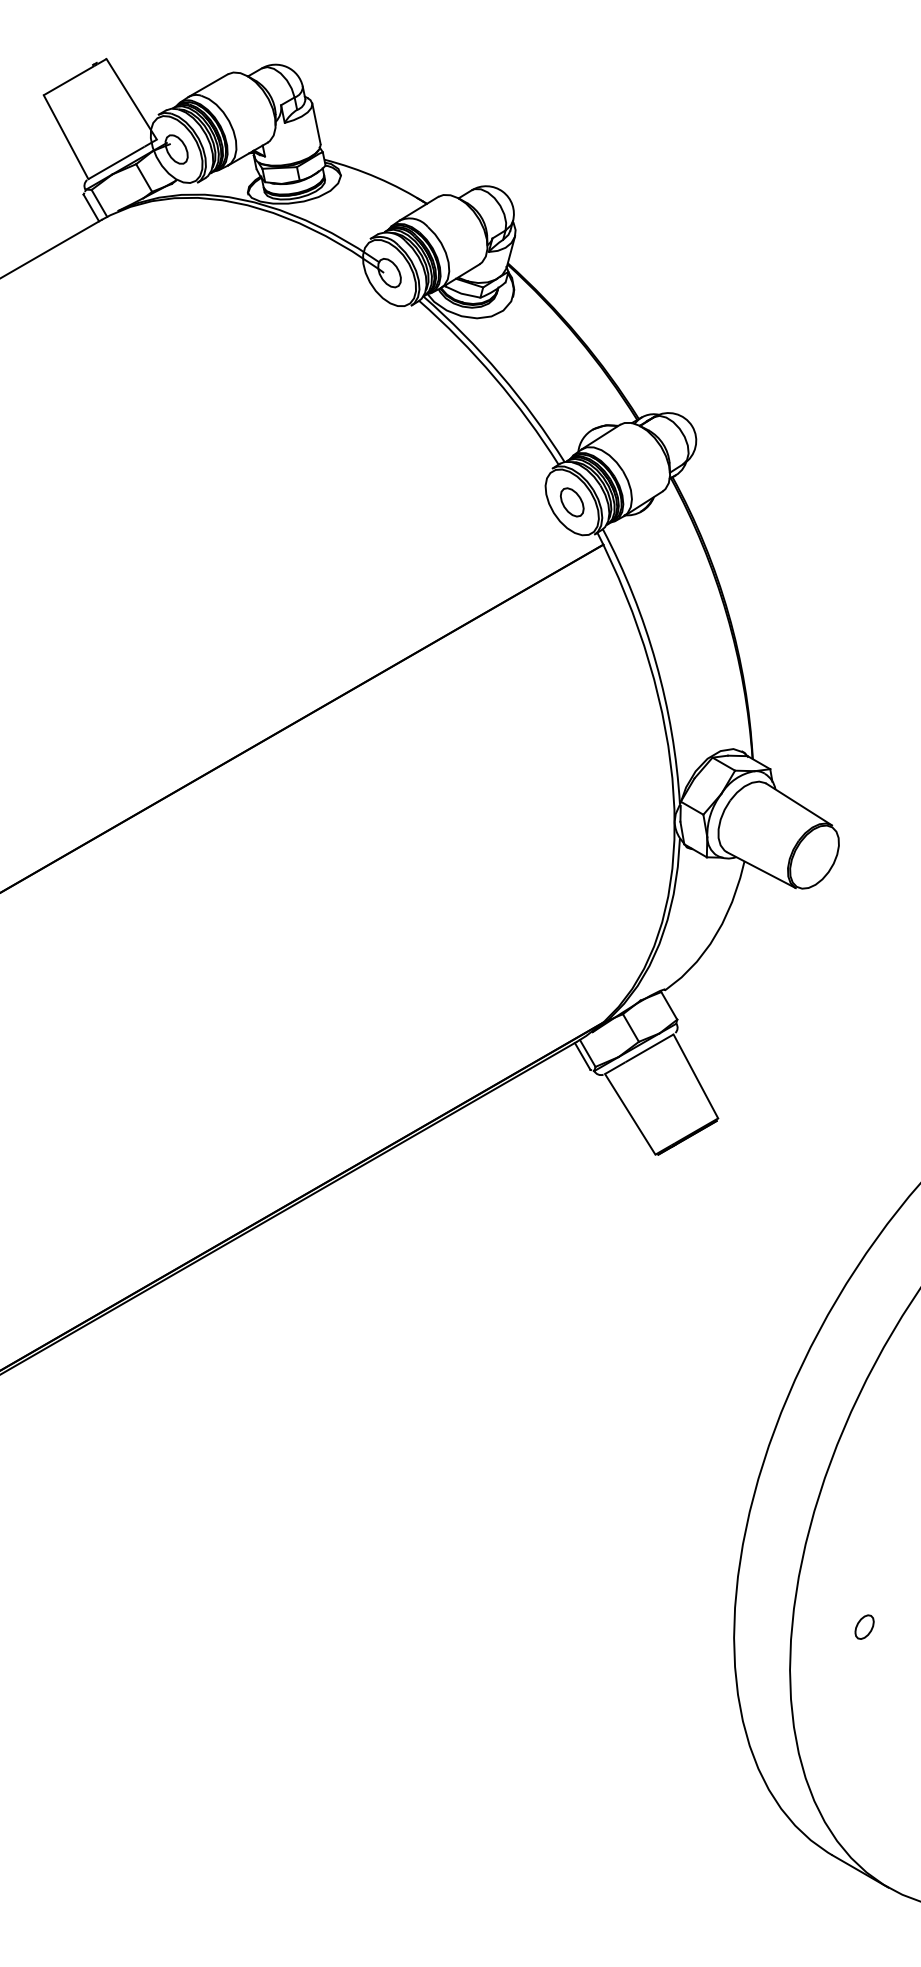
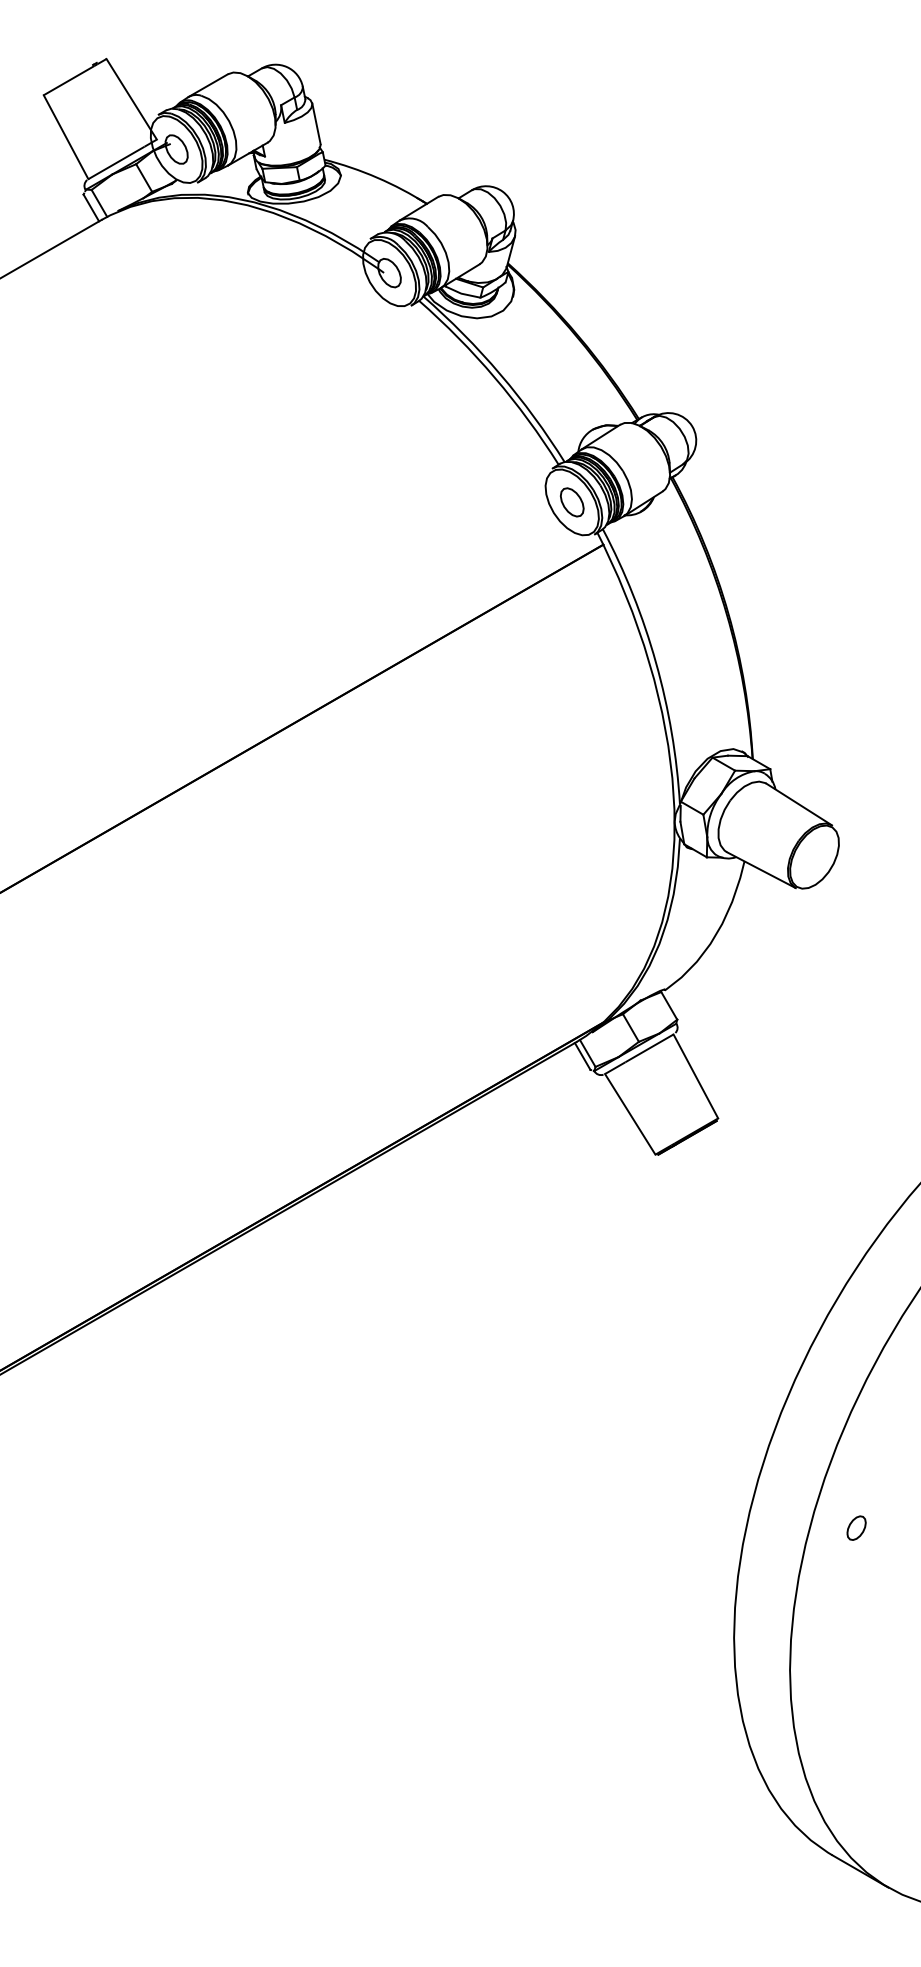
part at (864, 1626) position: (864, 1626) -> (856, 1527)
